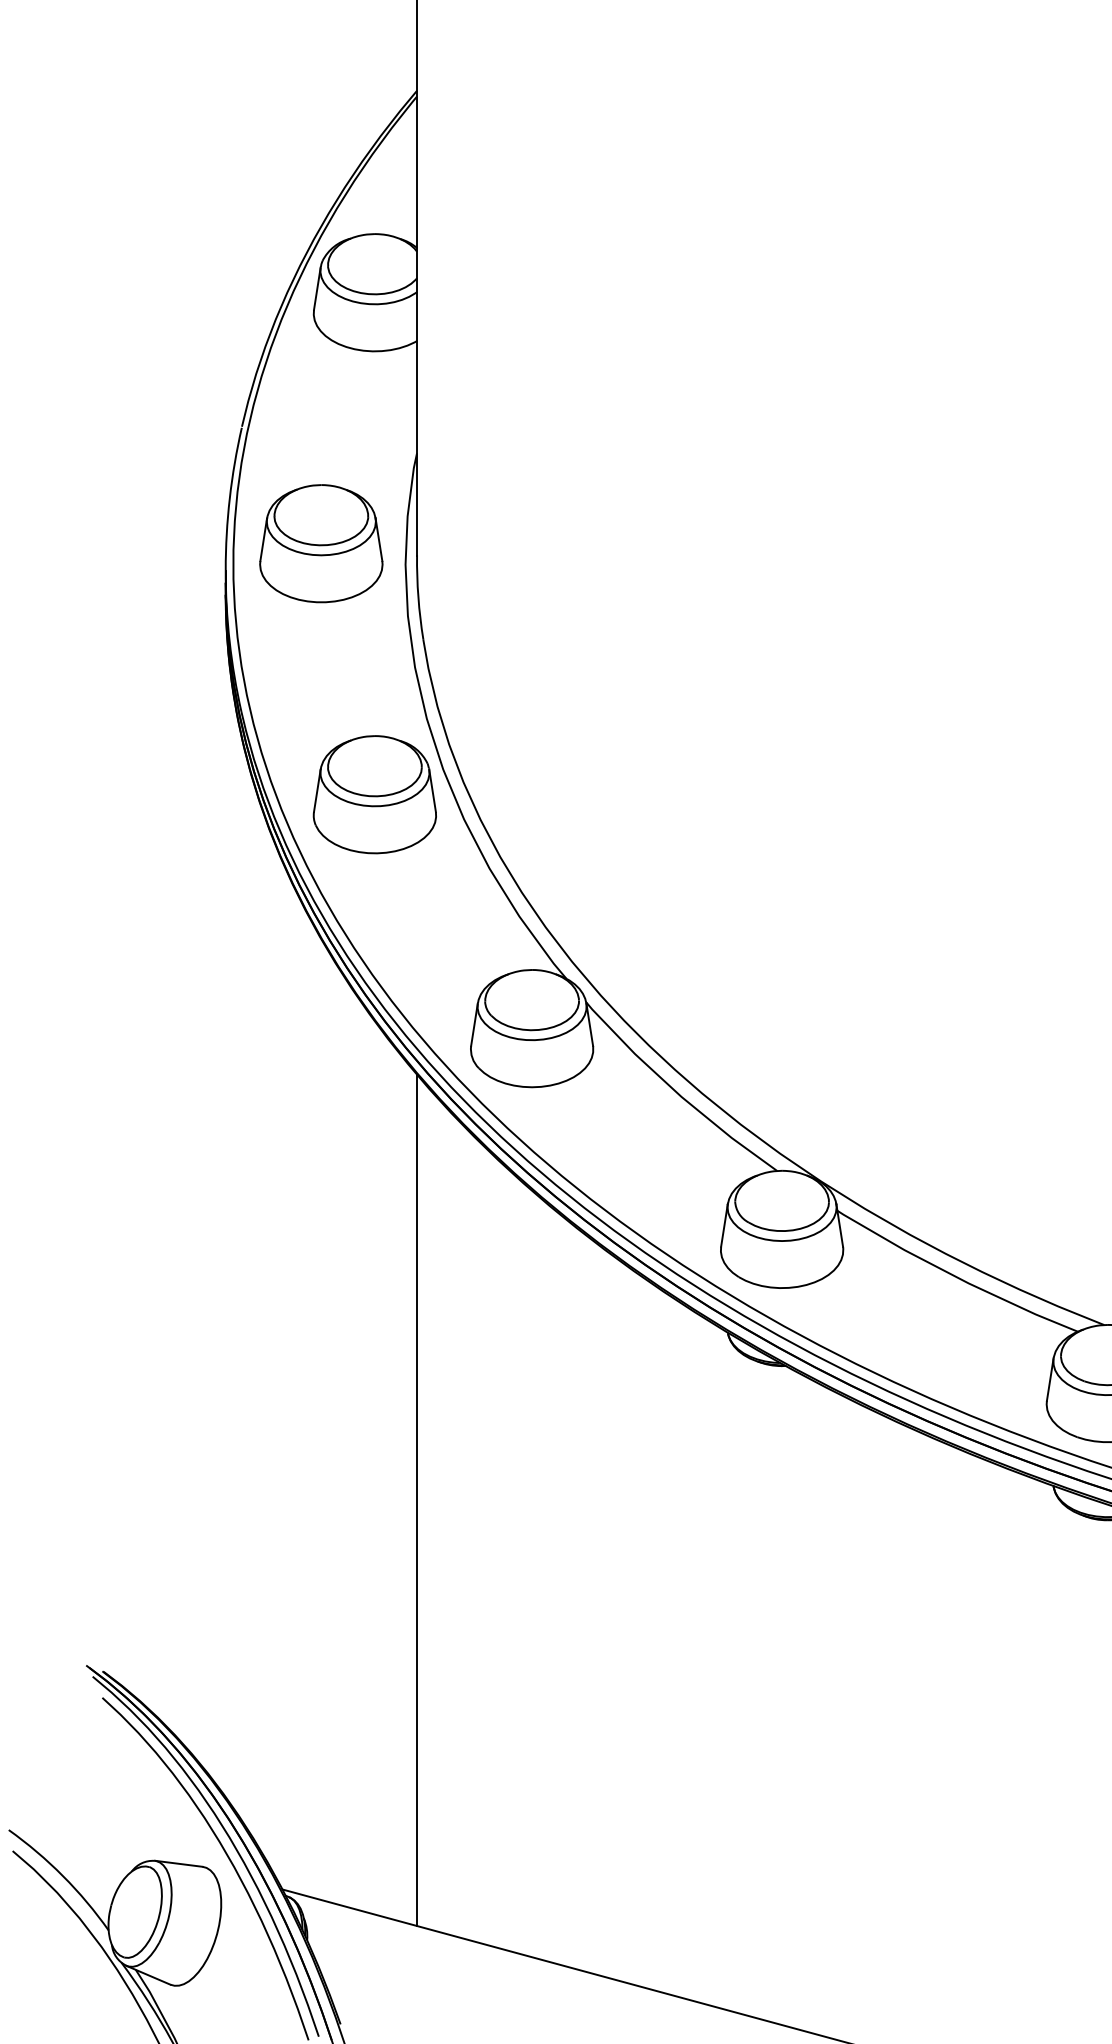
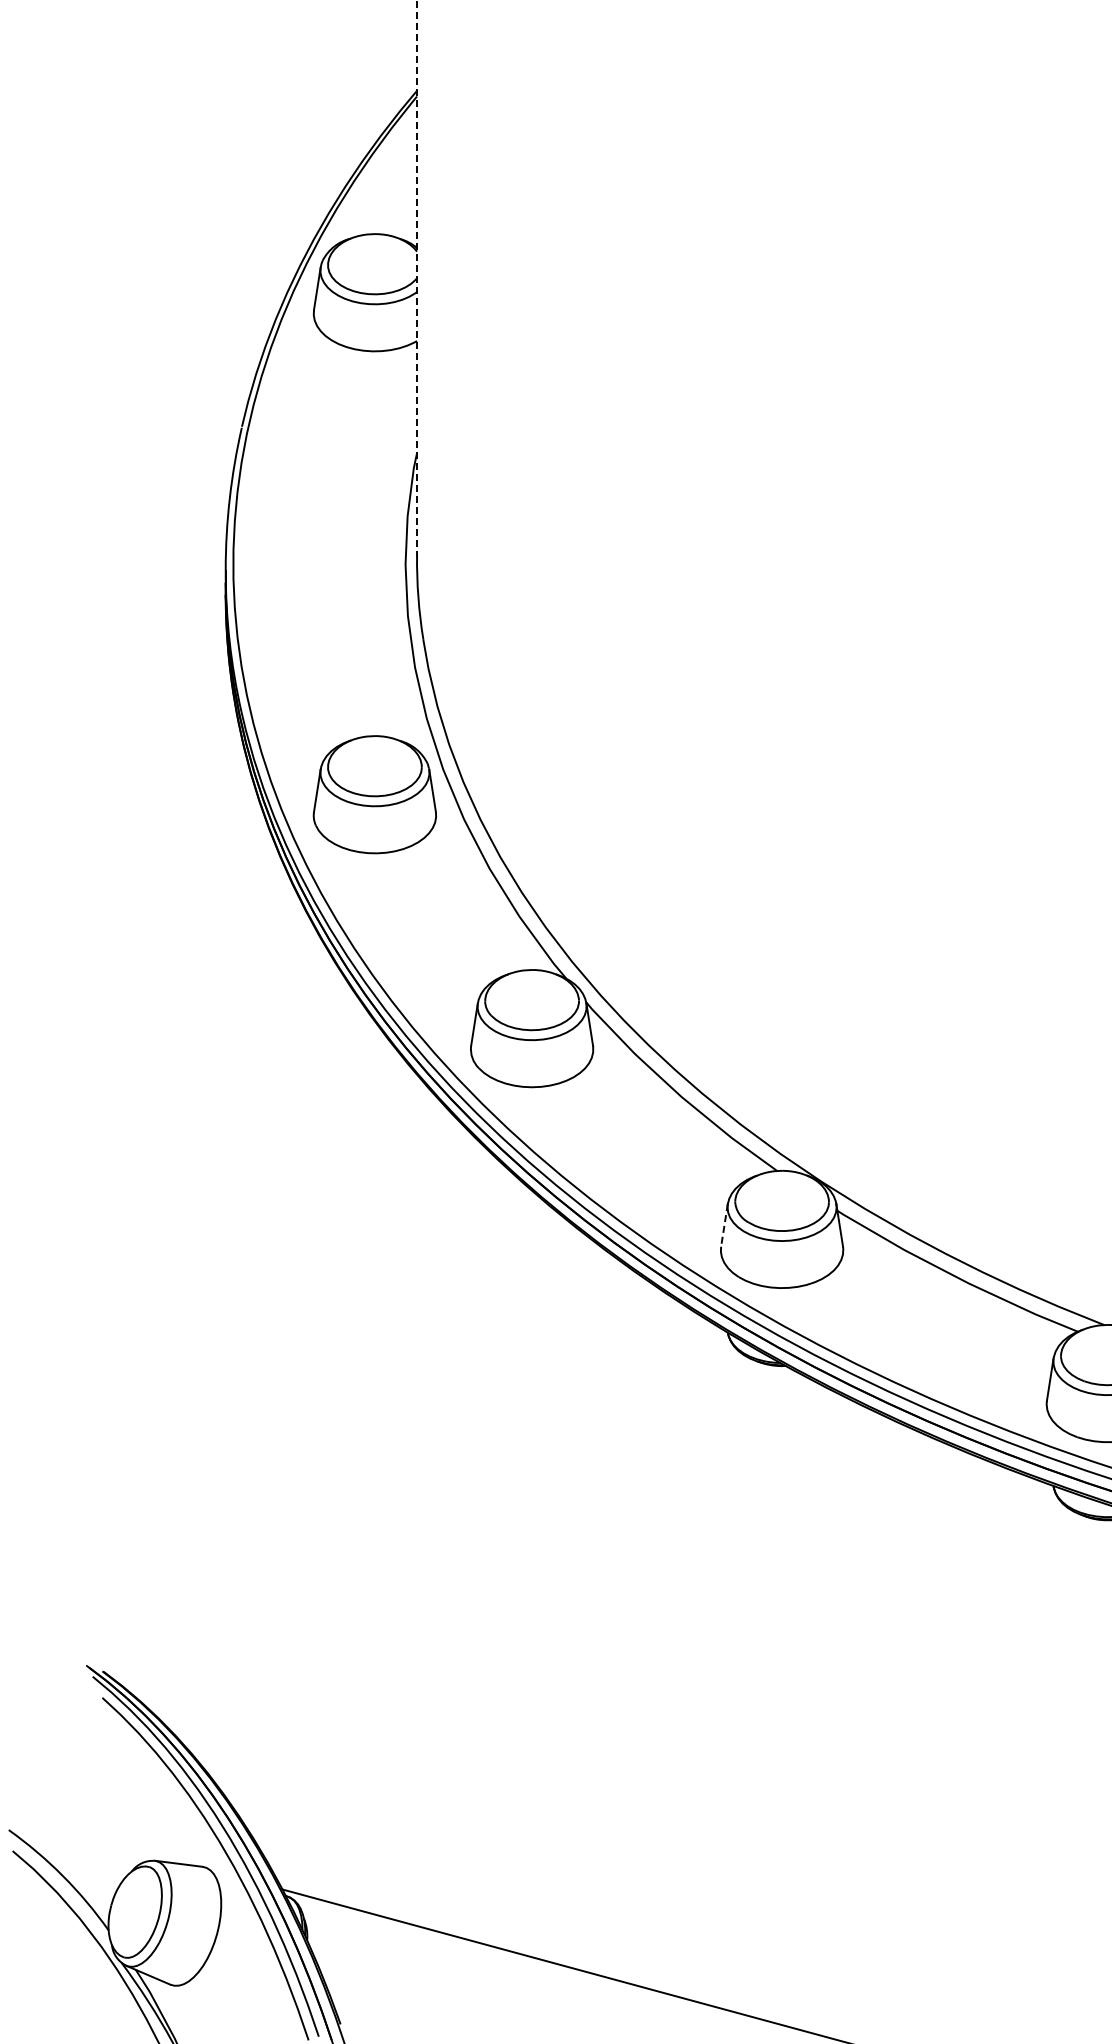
line at (417, 278): solid -> dashed
part at (321, 543): present -> none
line at (724, 1225): solid -> dashed
line at (417, 1500): present -> none
